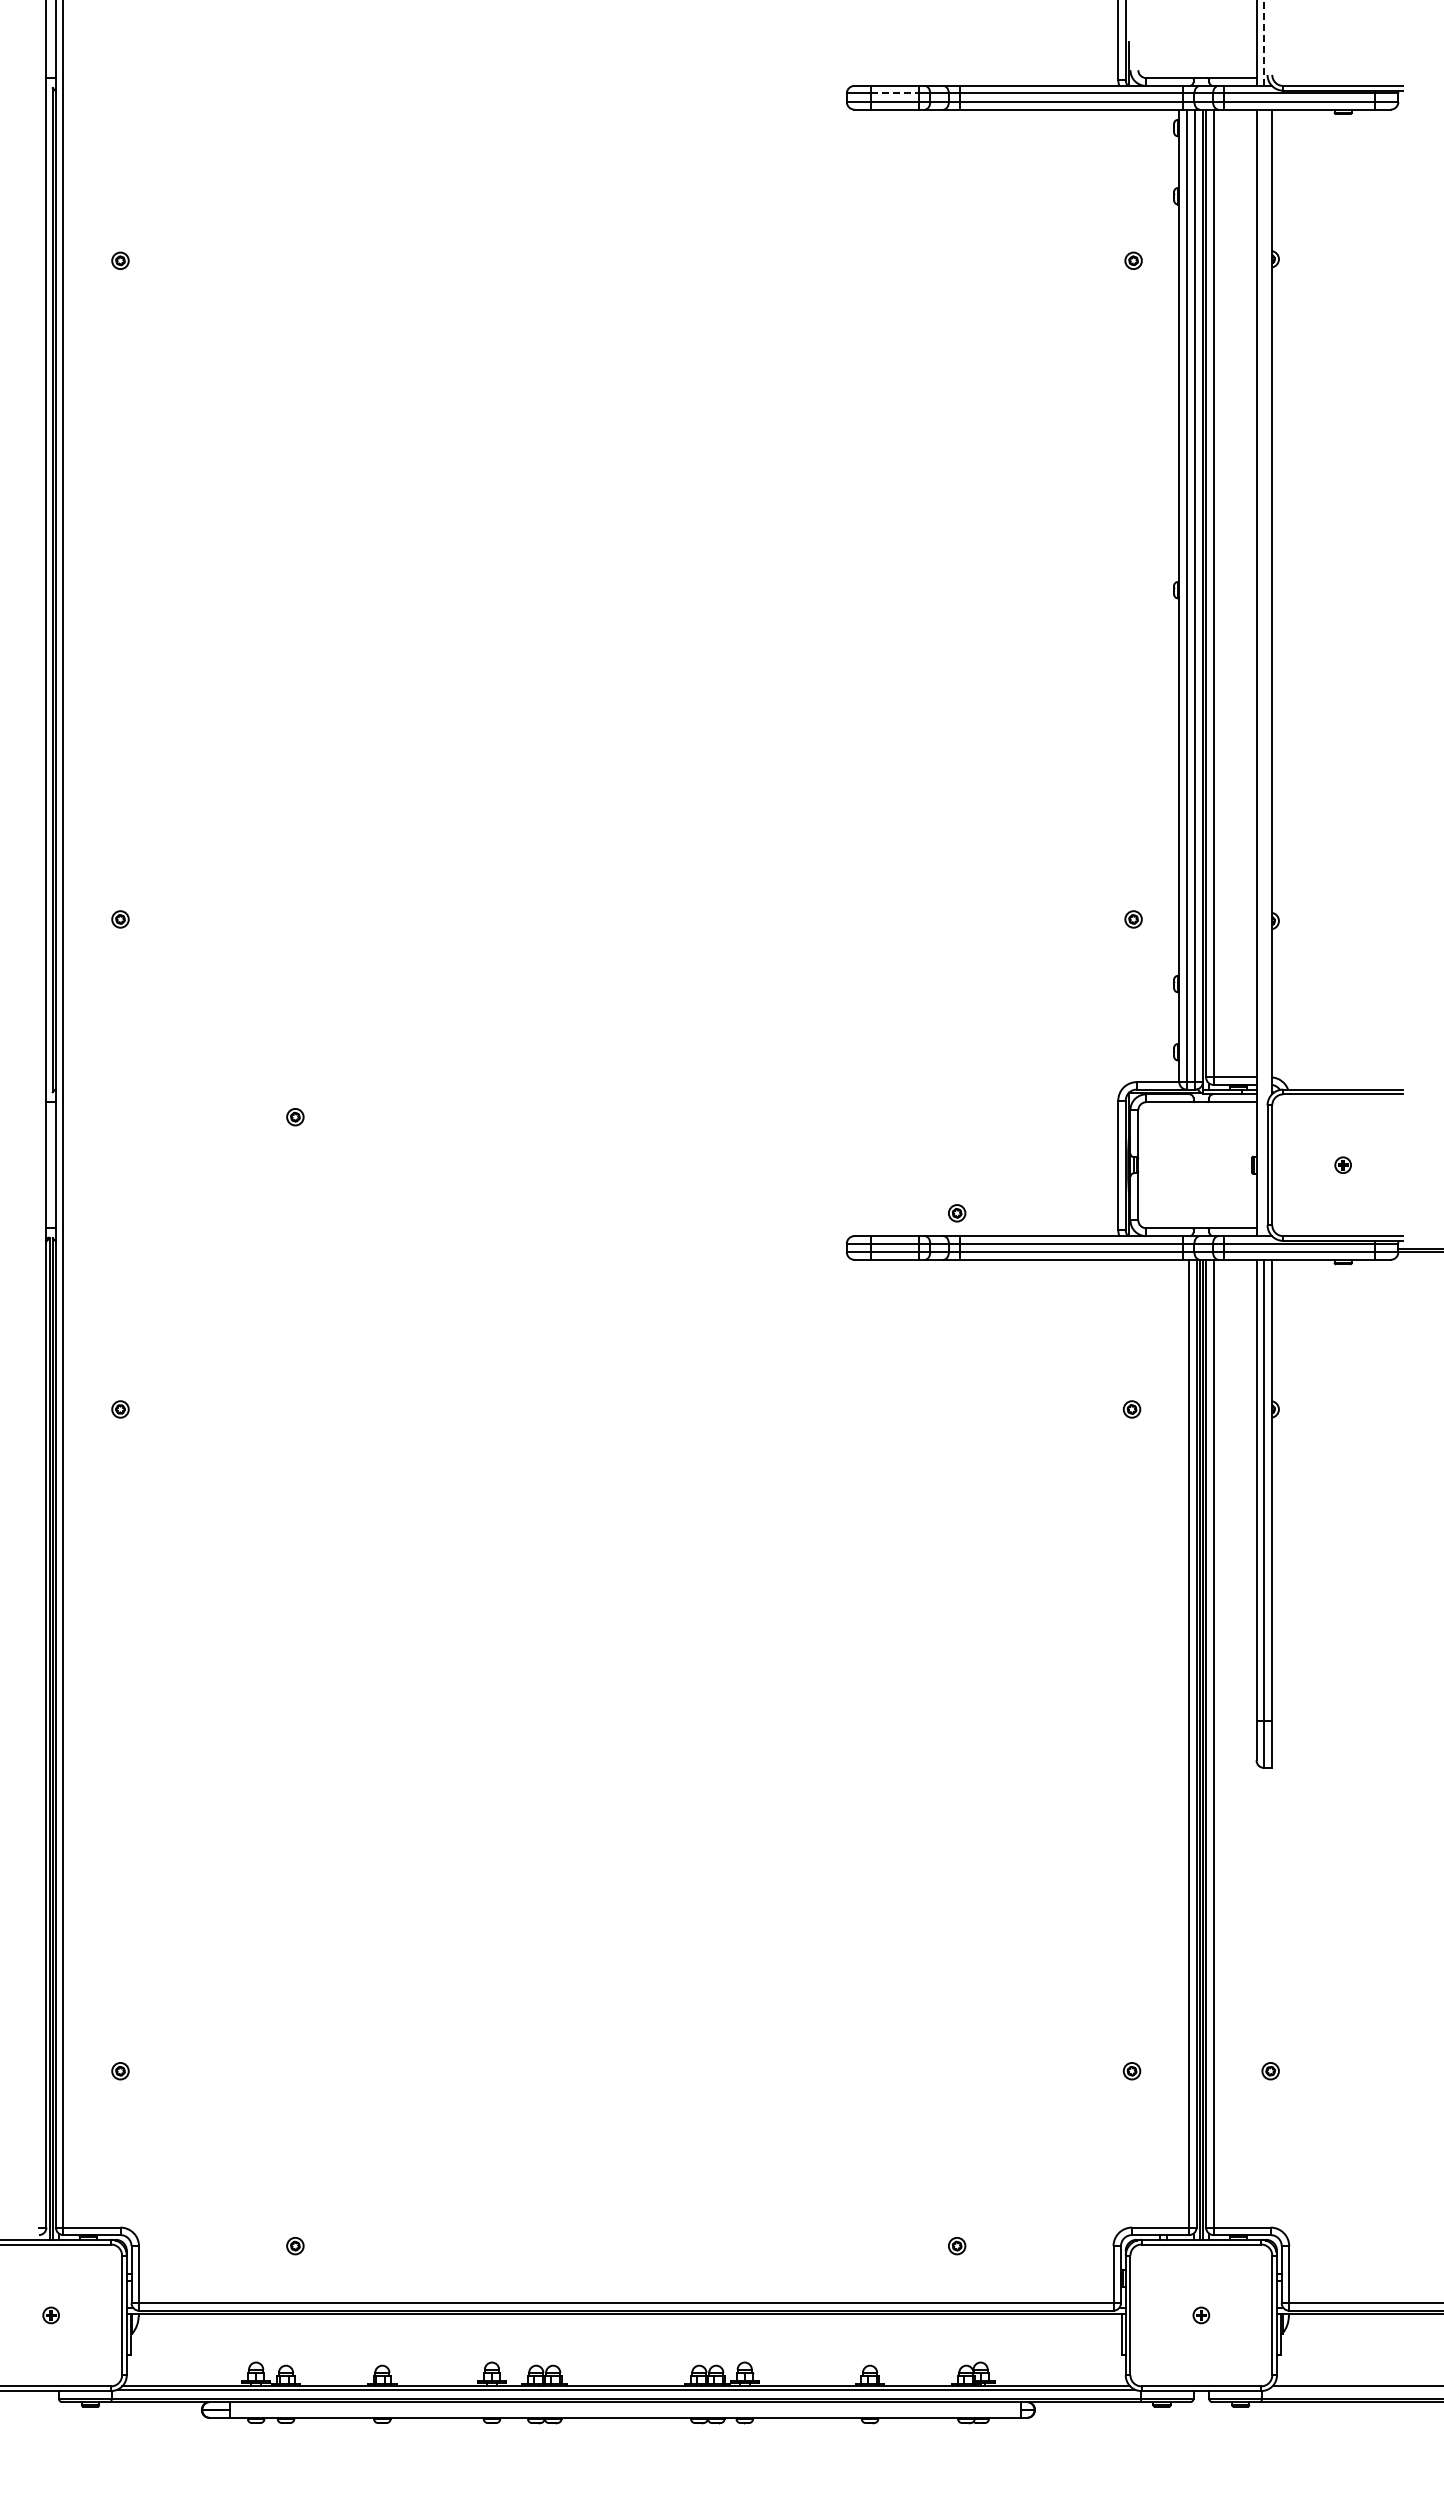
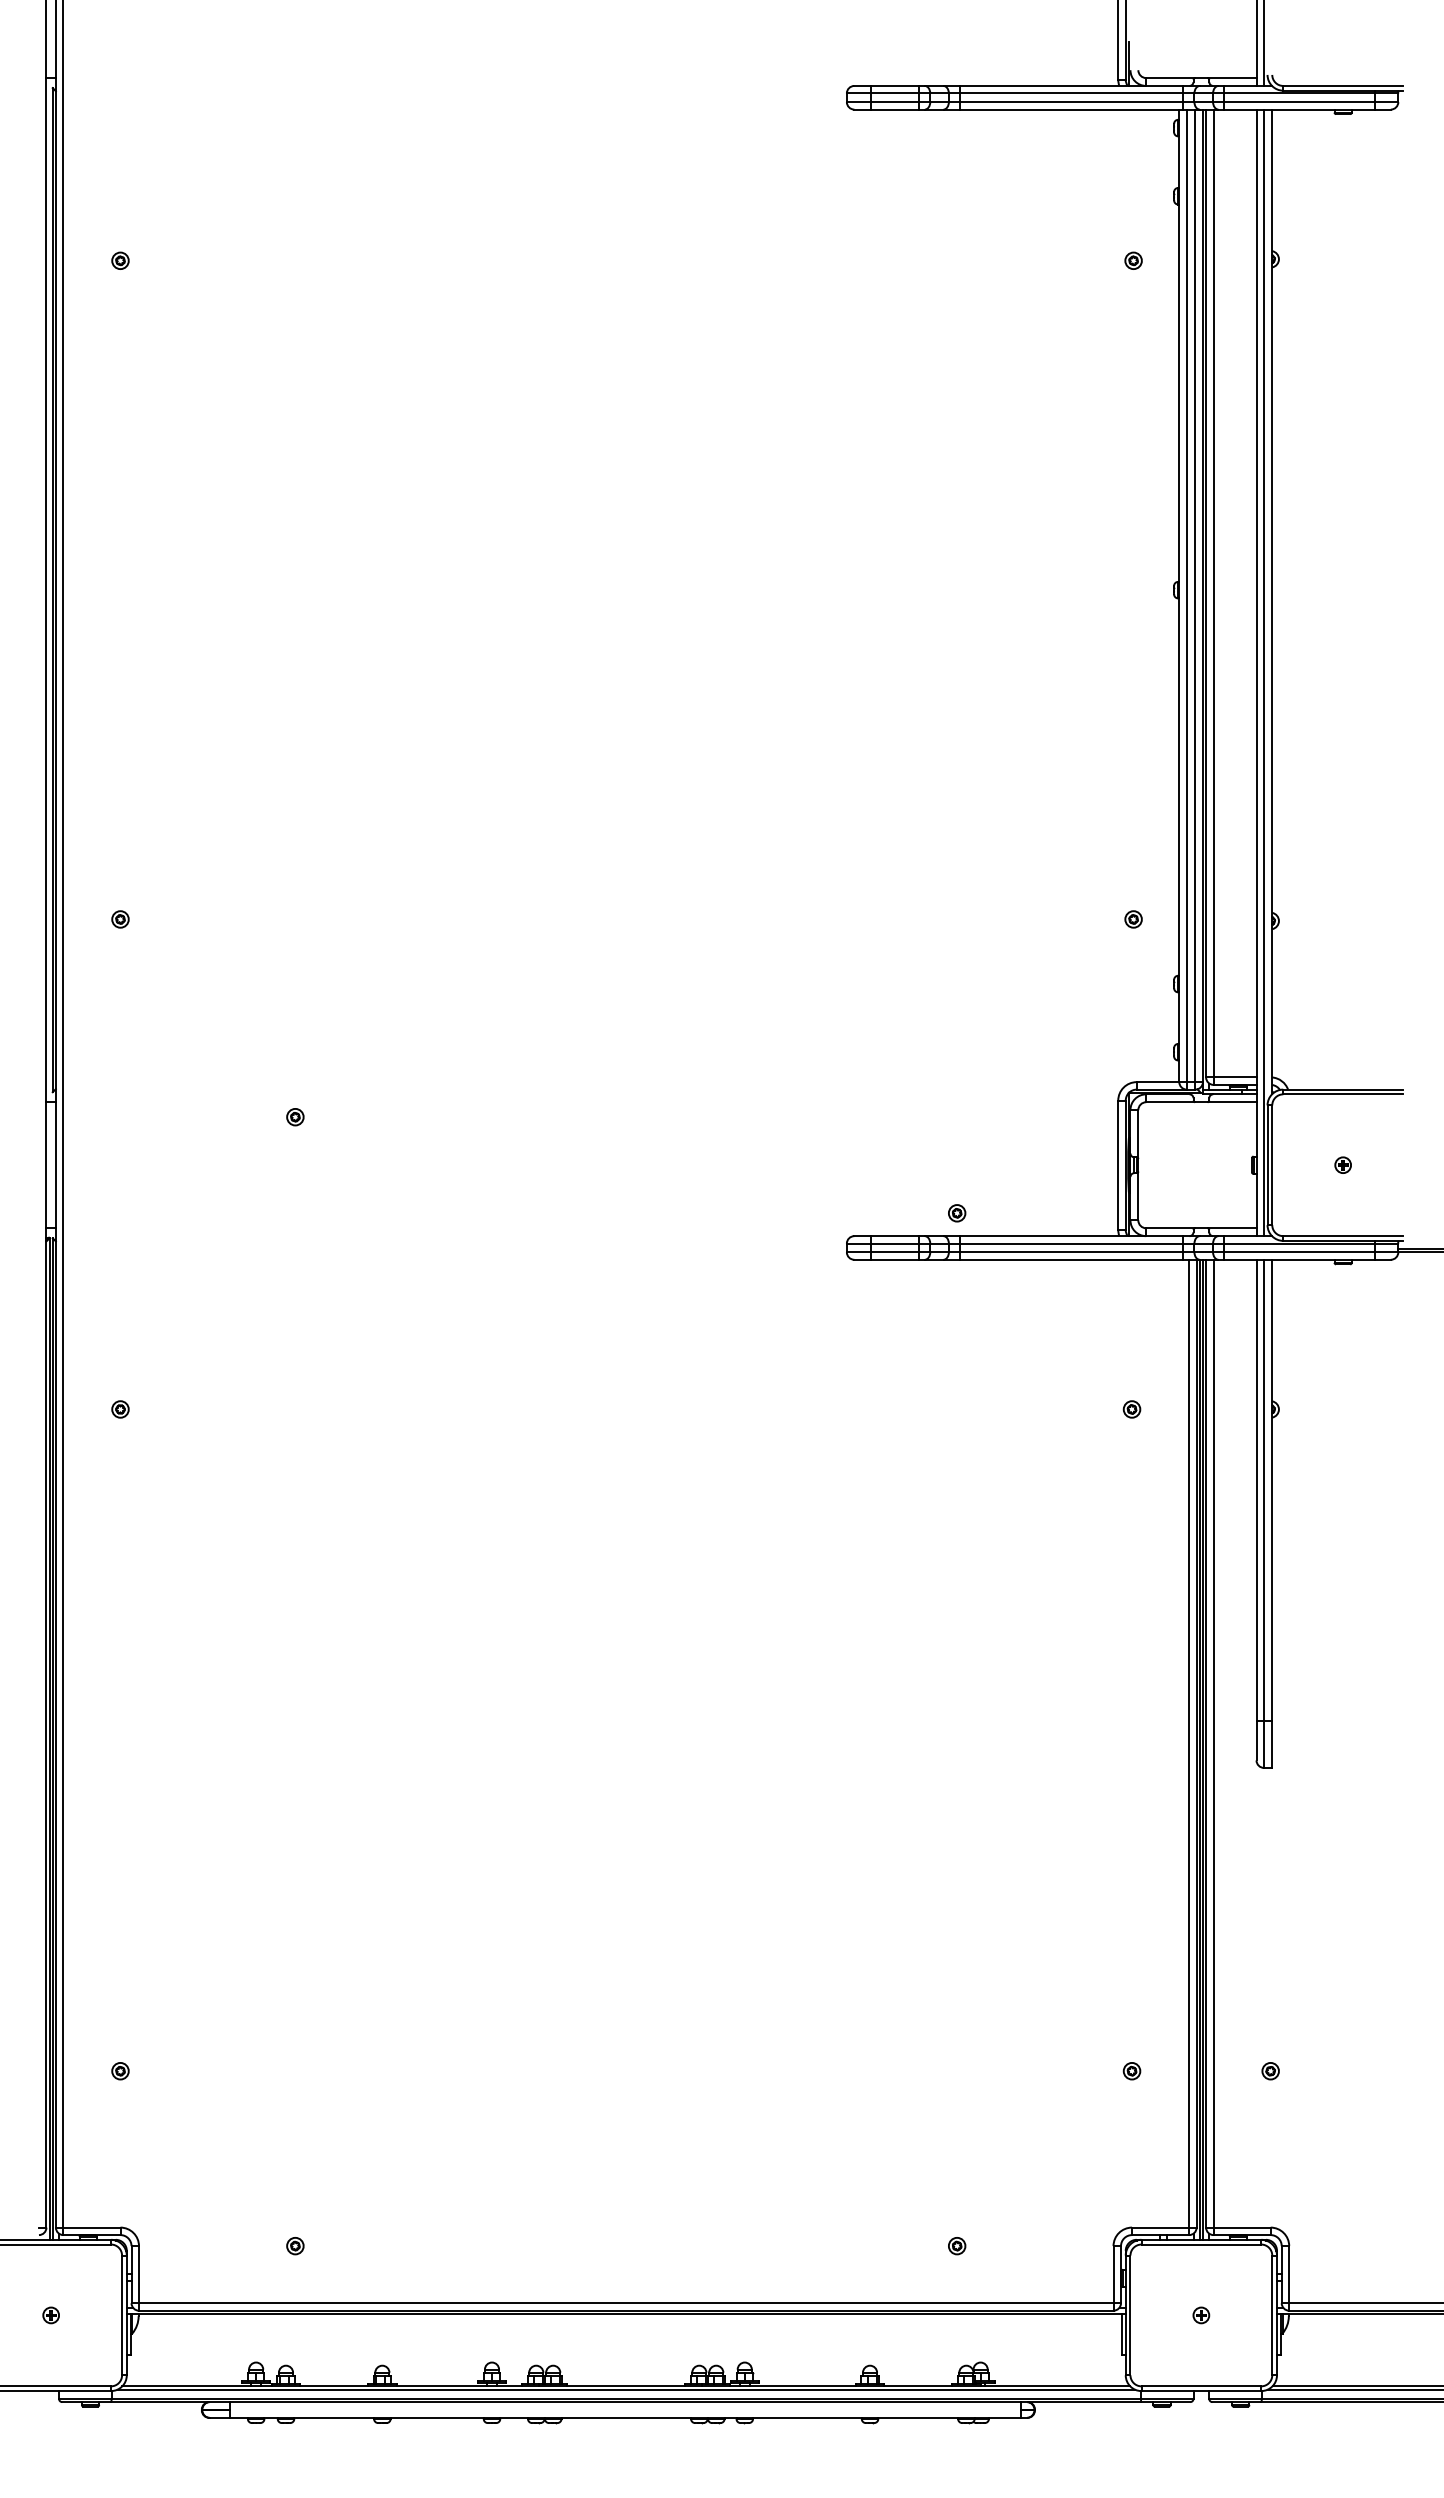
line at (1264, 43): dashed -> solid
line at (895, 93): dashed -> solid
line at (1264, 672): none -> present
line at (1354, 2389): none -> present
